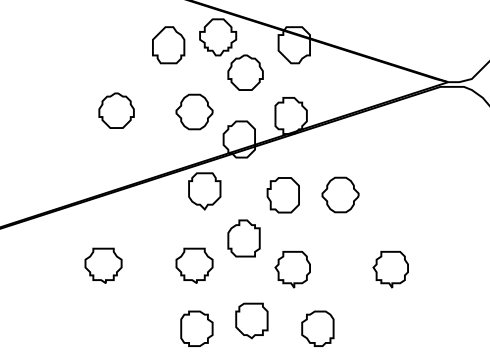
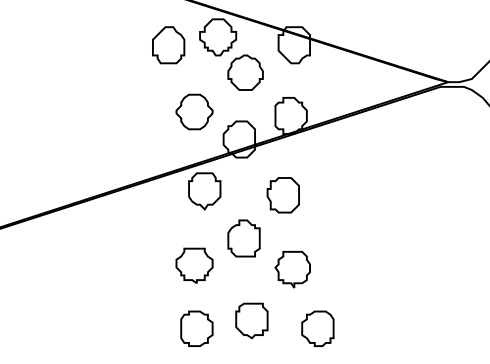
part at (116, 110): present -> none
part at (340, 194): present -> none
part at (103, 265): present -> none
part at (390, 269): present -> none
